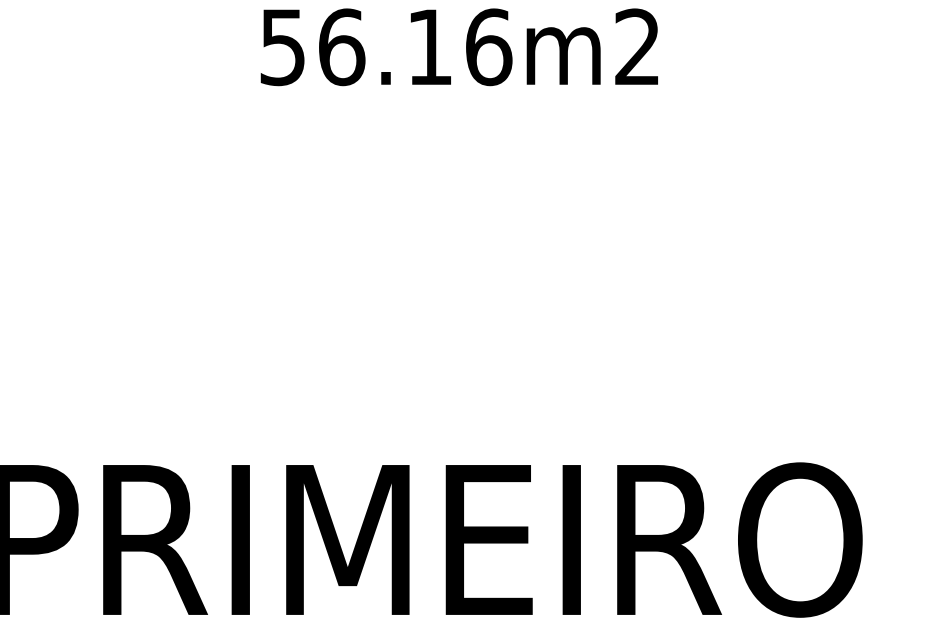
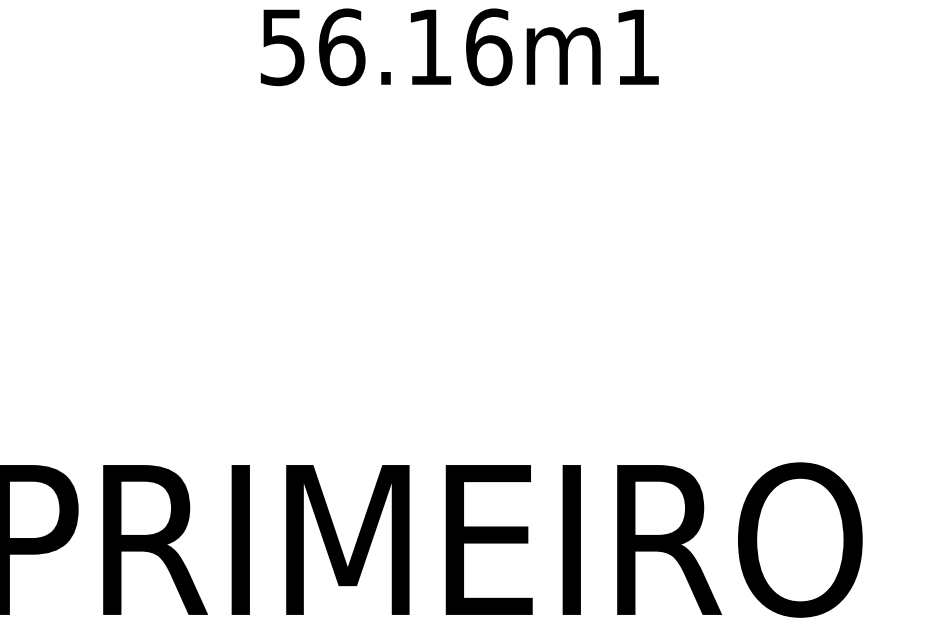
text at (636, 46): 56.16m2 -> 56.16m1
